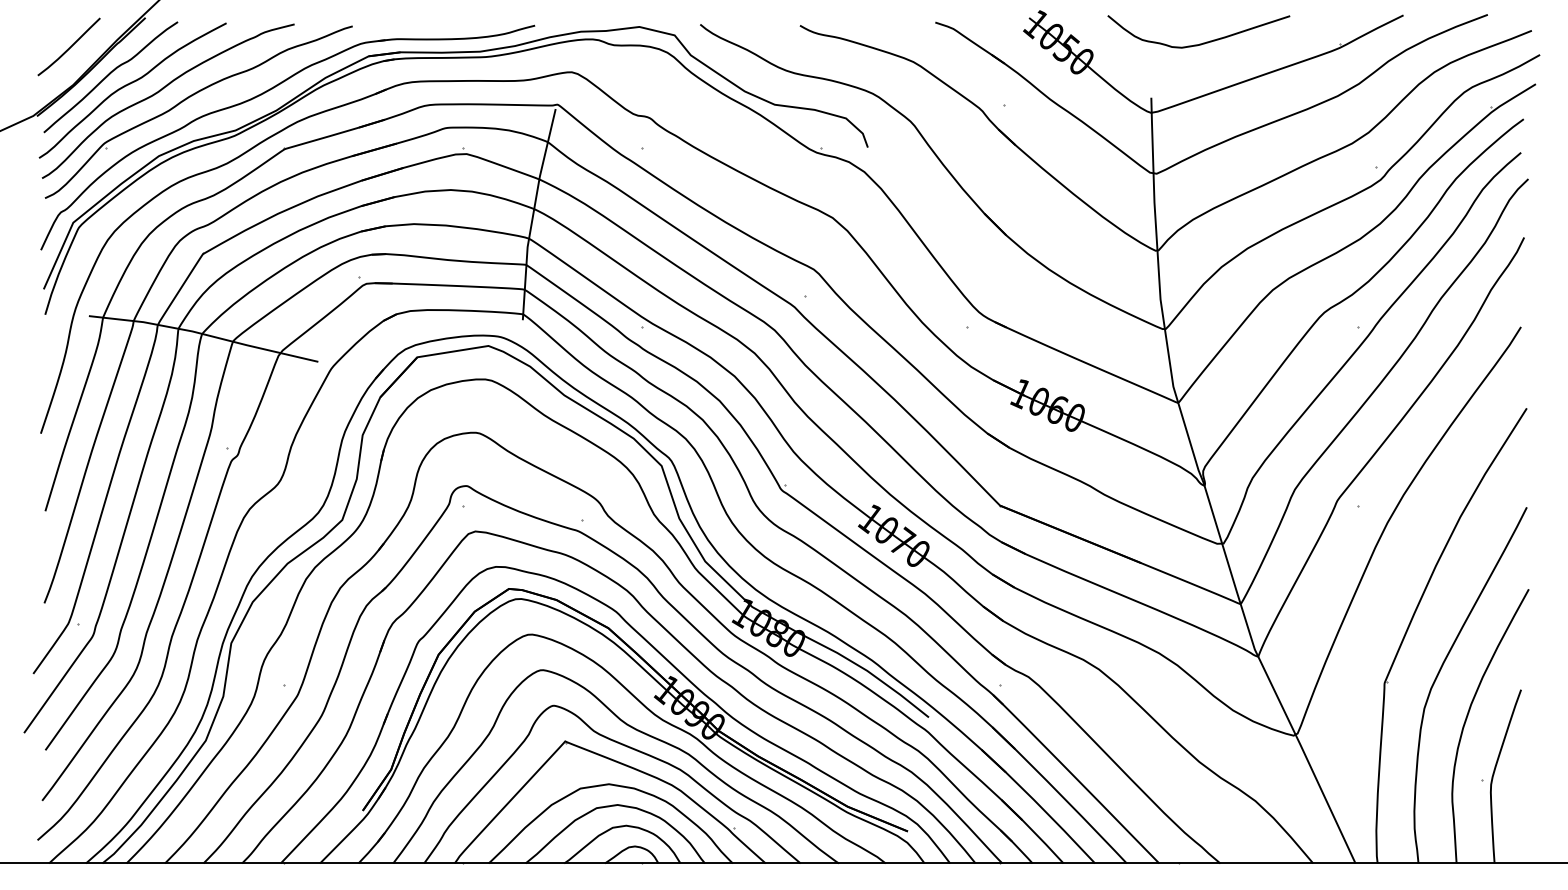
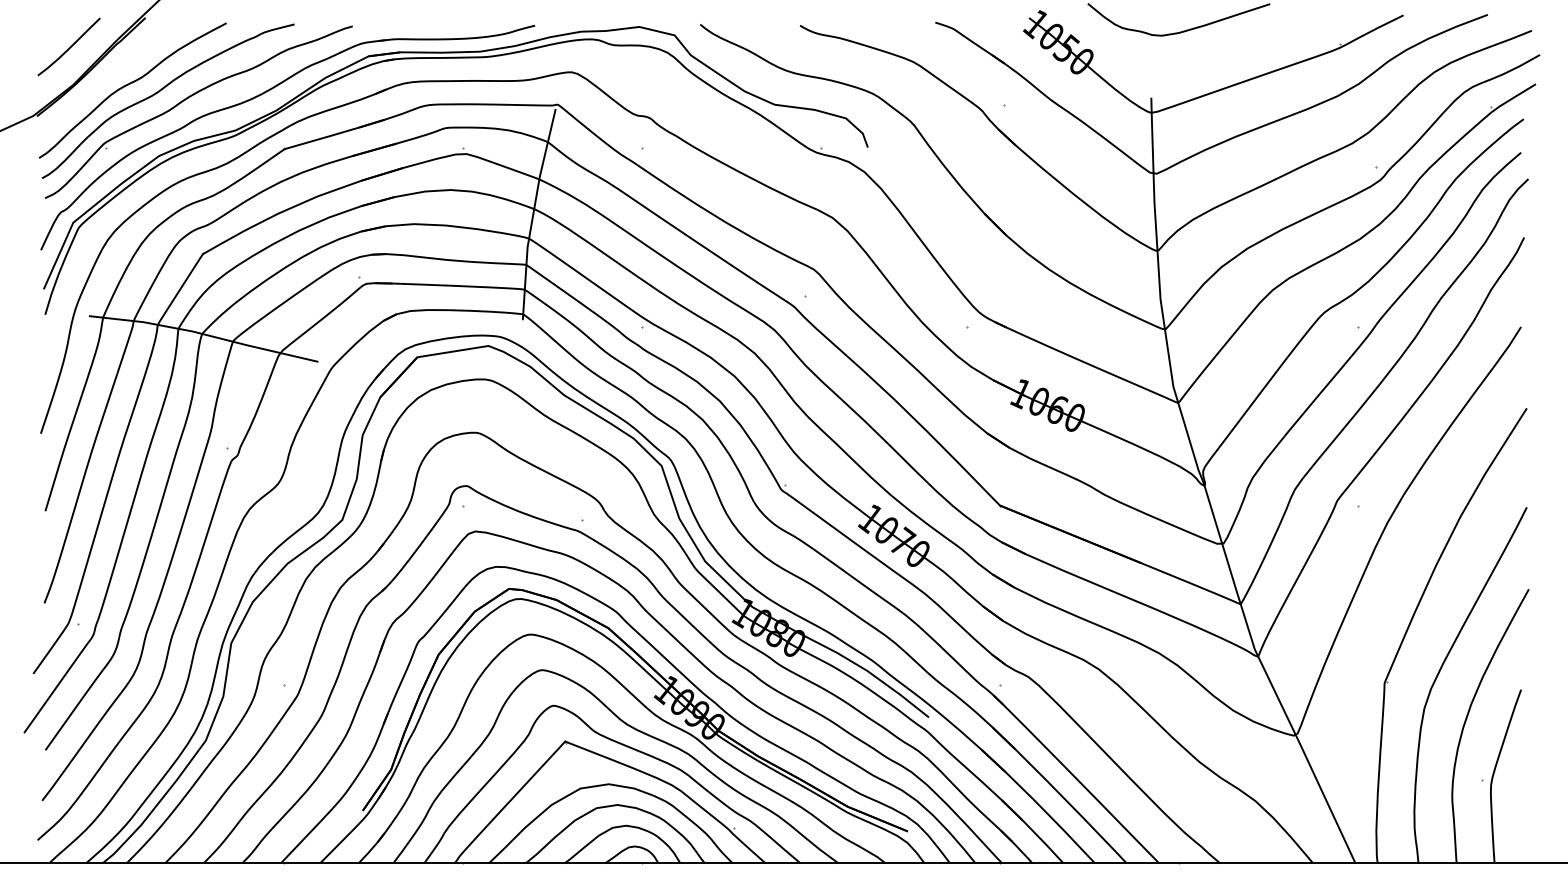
curve at (1199, 43) position: (1199, 43) -> (1179, 31)
curve at (109, 75): present -> none
